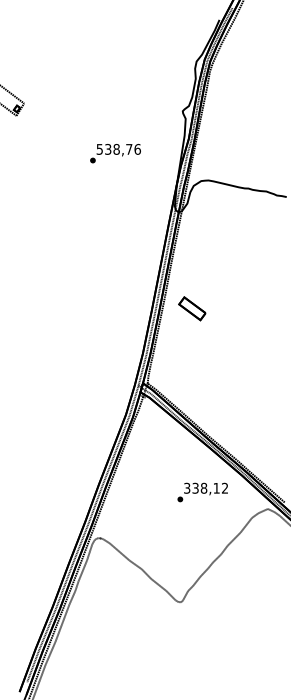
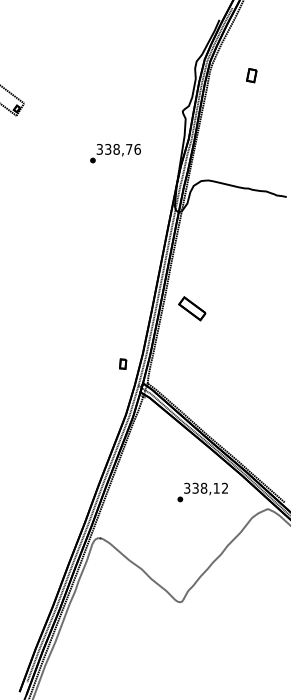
part at (251, 75): none -> present
text at (99, 148): 538,76 -> 338,76
part at (123, 363): none -> present
